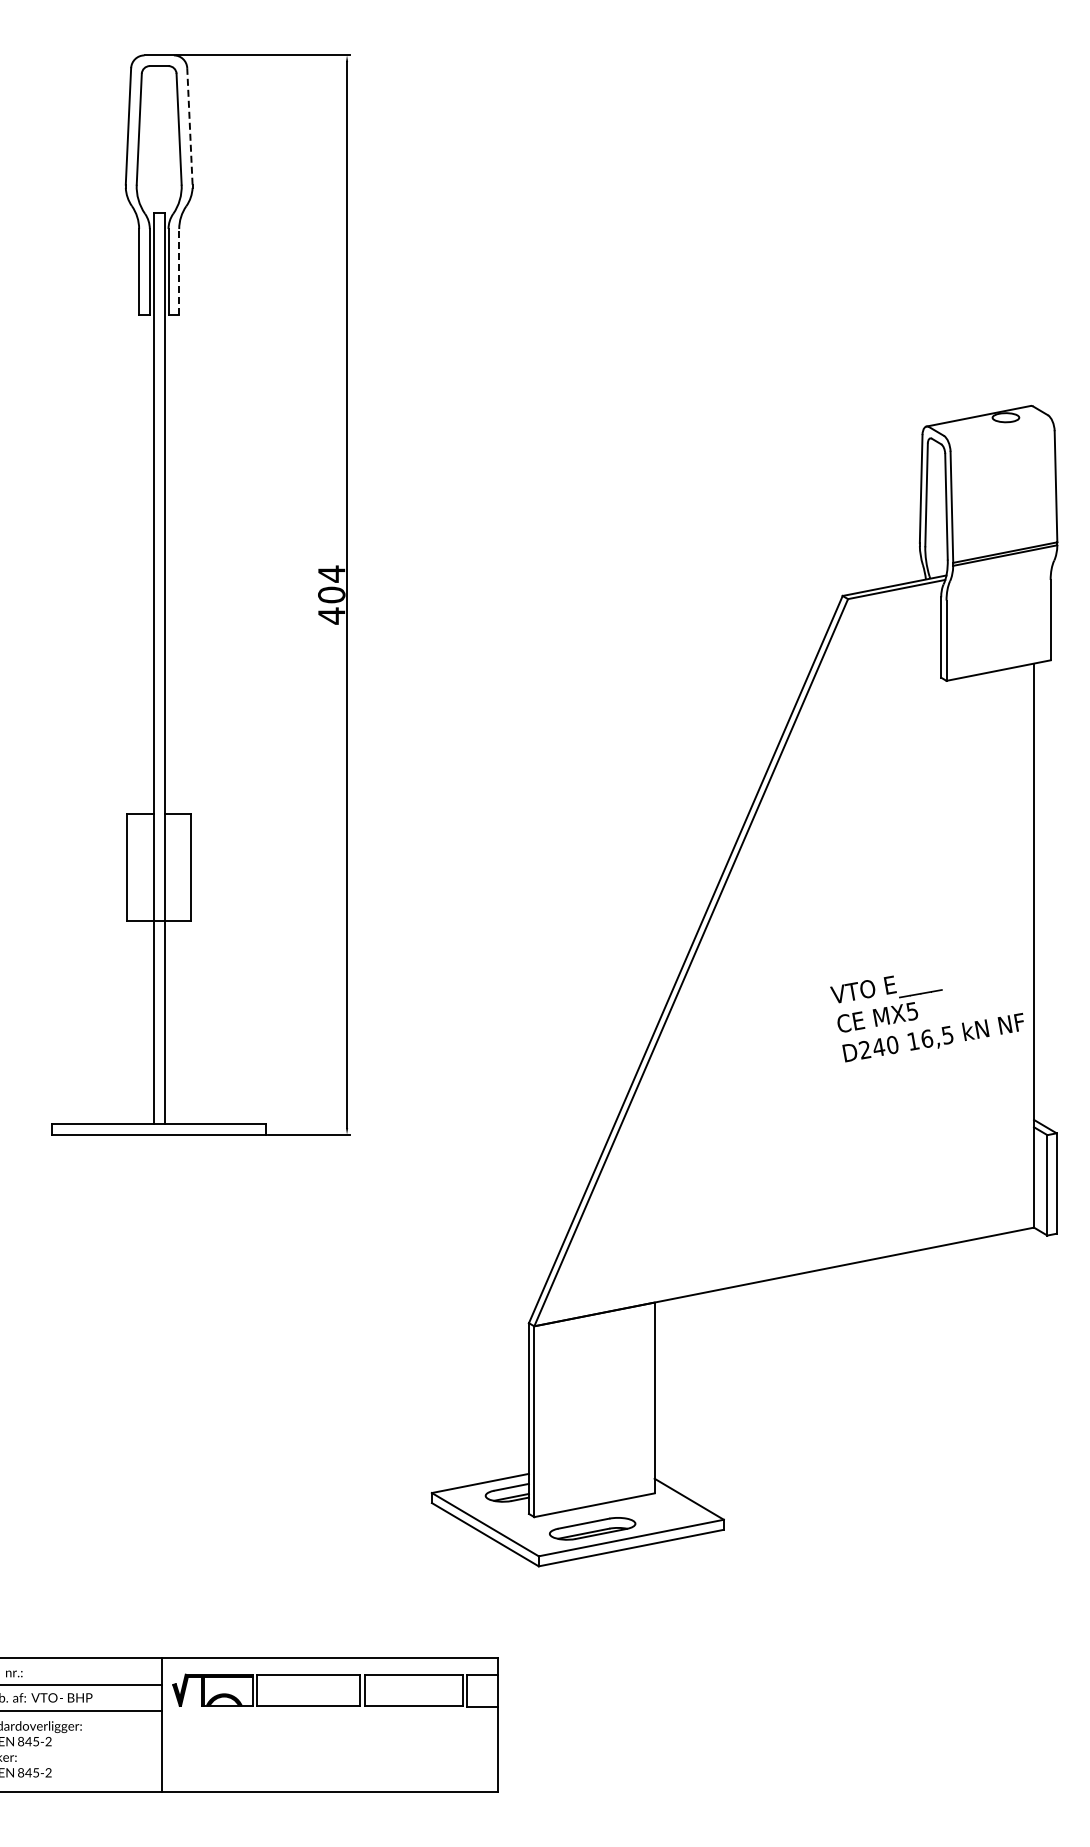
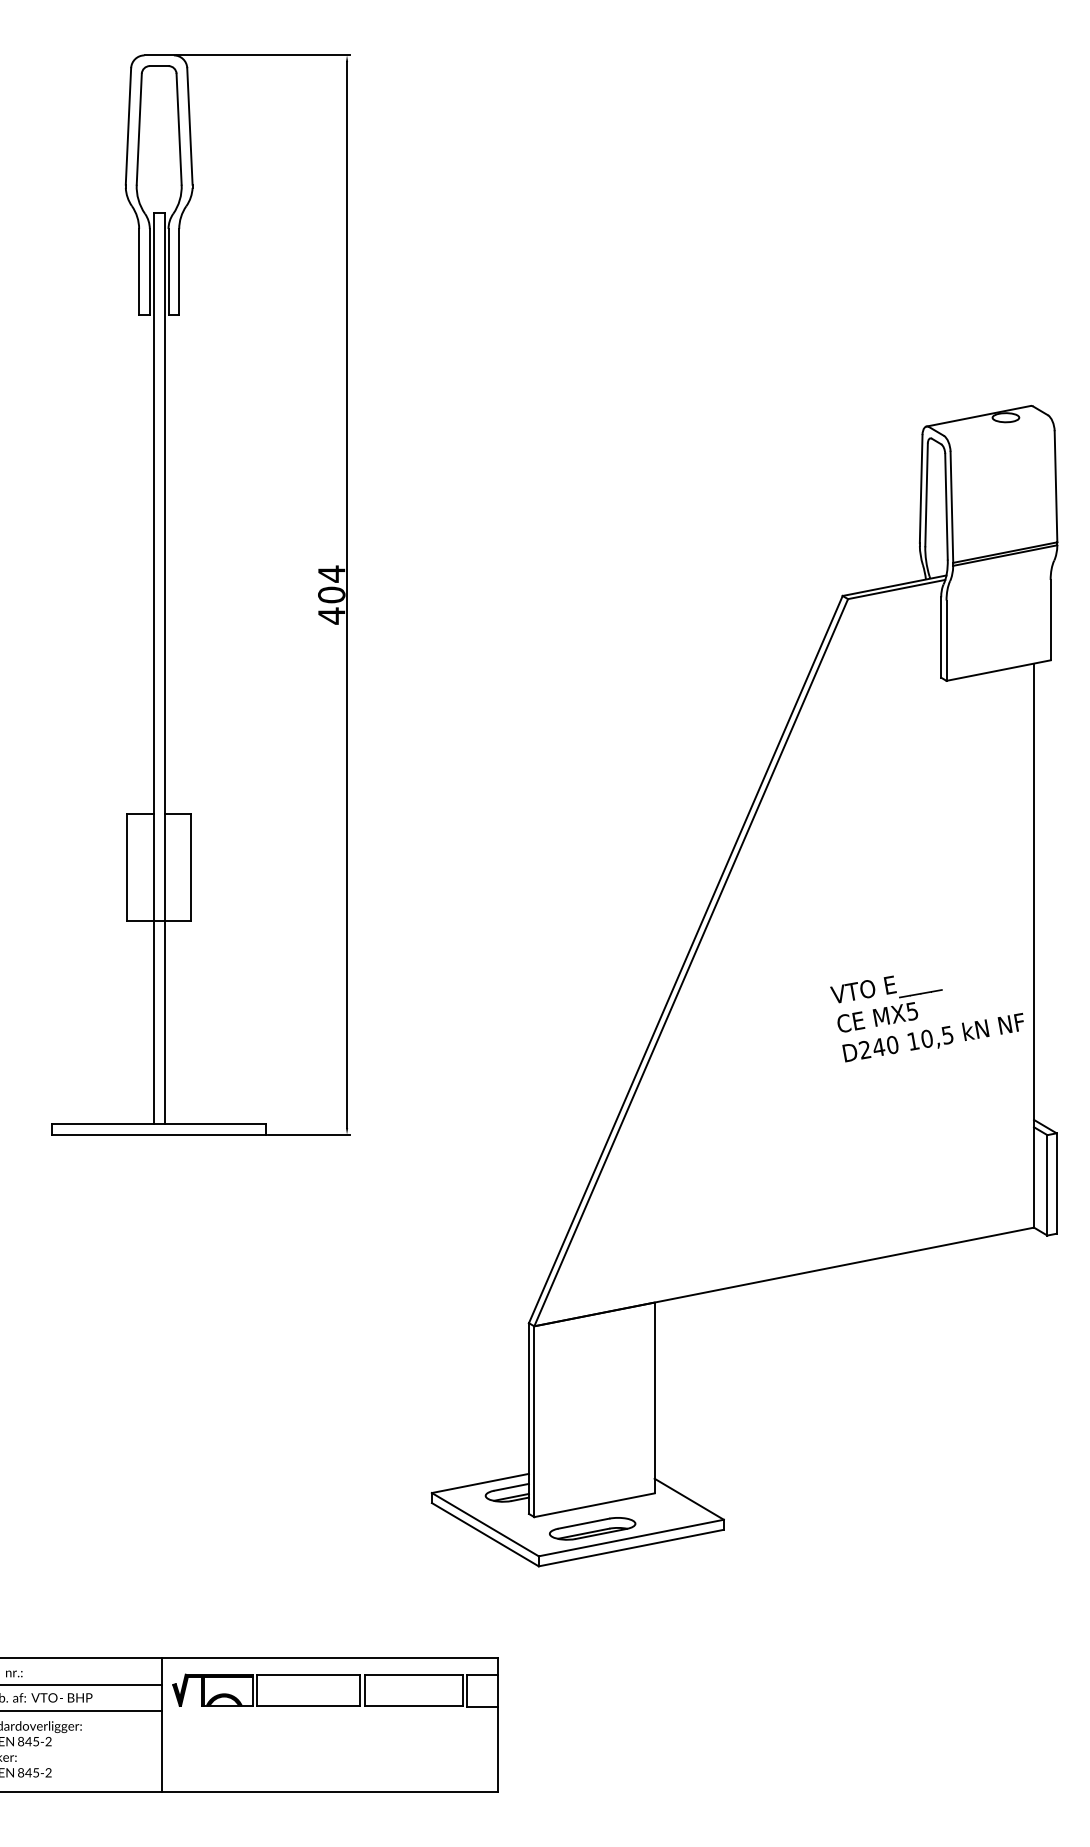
line at (189, 125): dashed -> solid
line at (179, 271): dashed -> solid
text at (927, 1038): 16,5 -> 10,5
